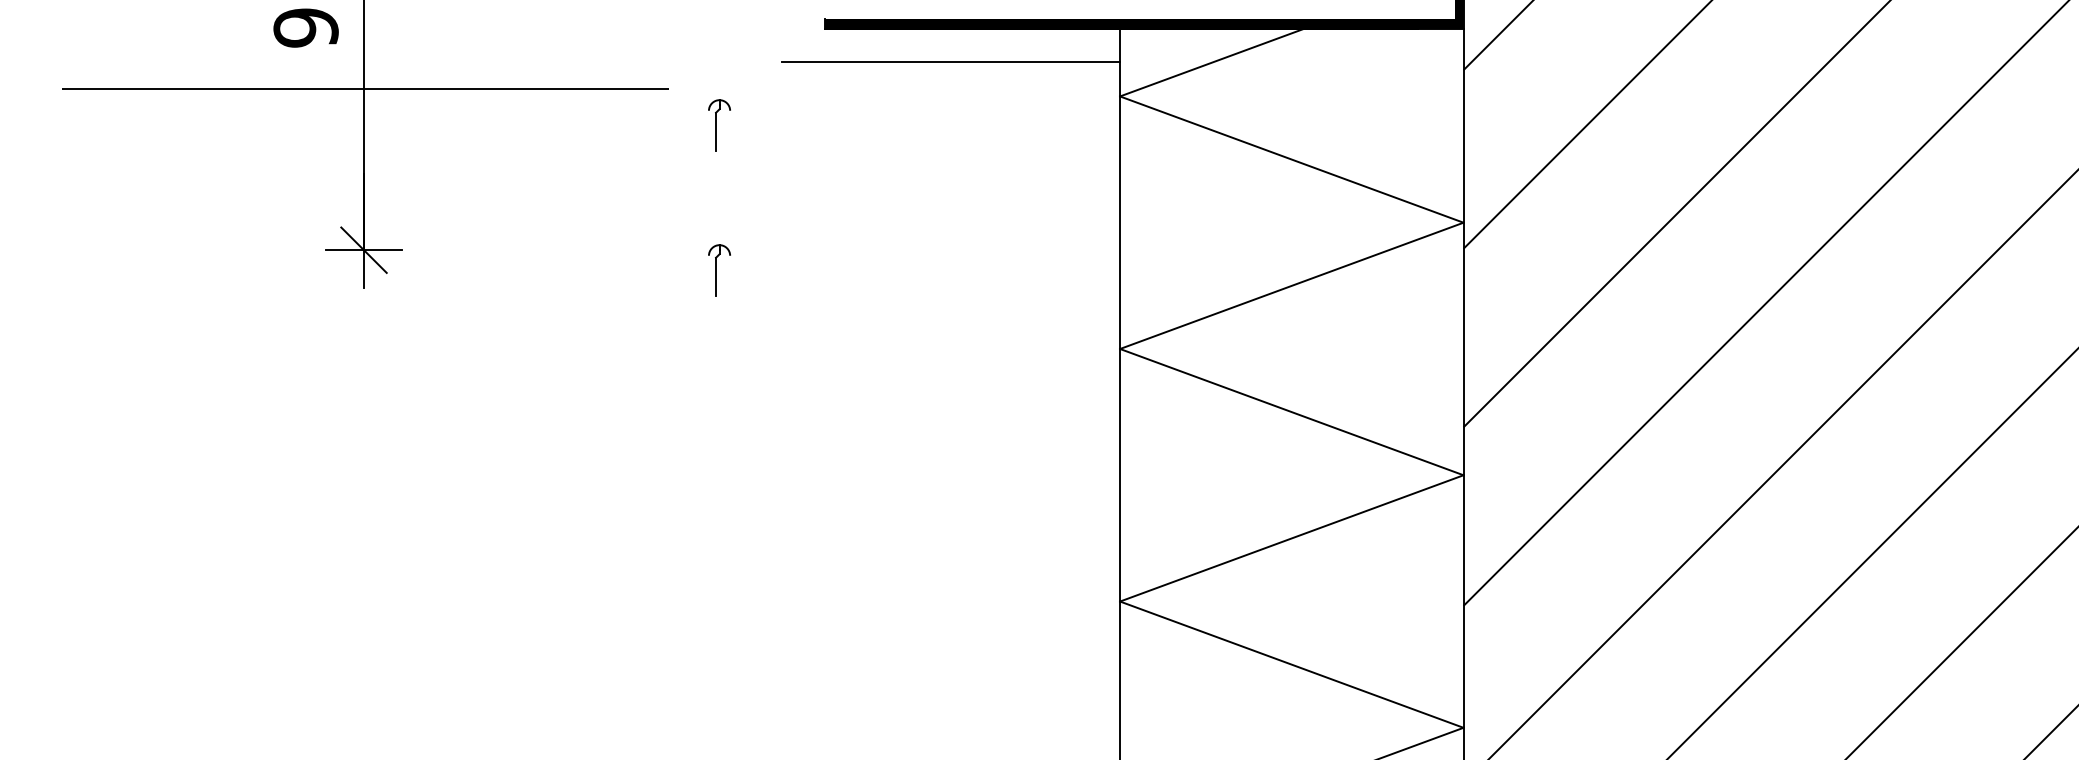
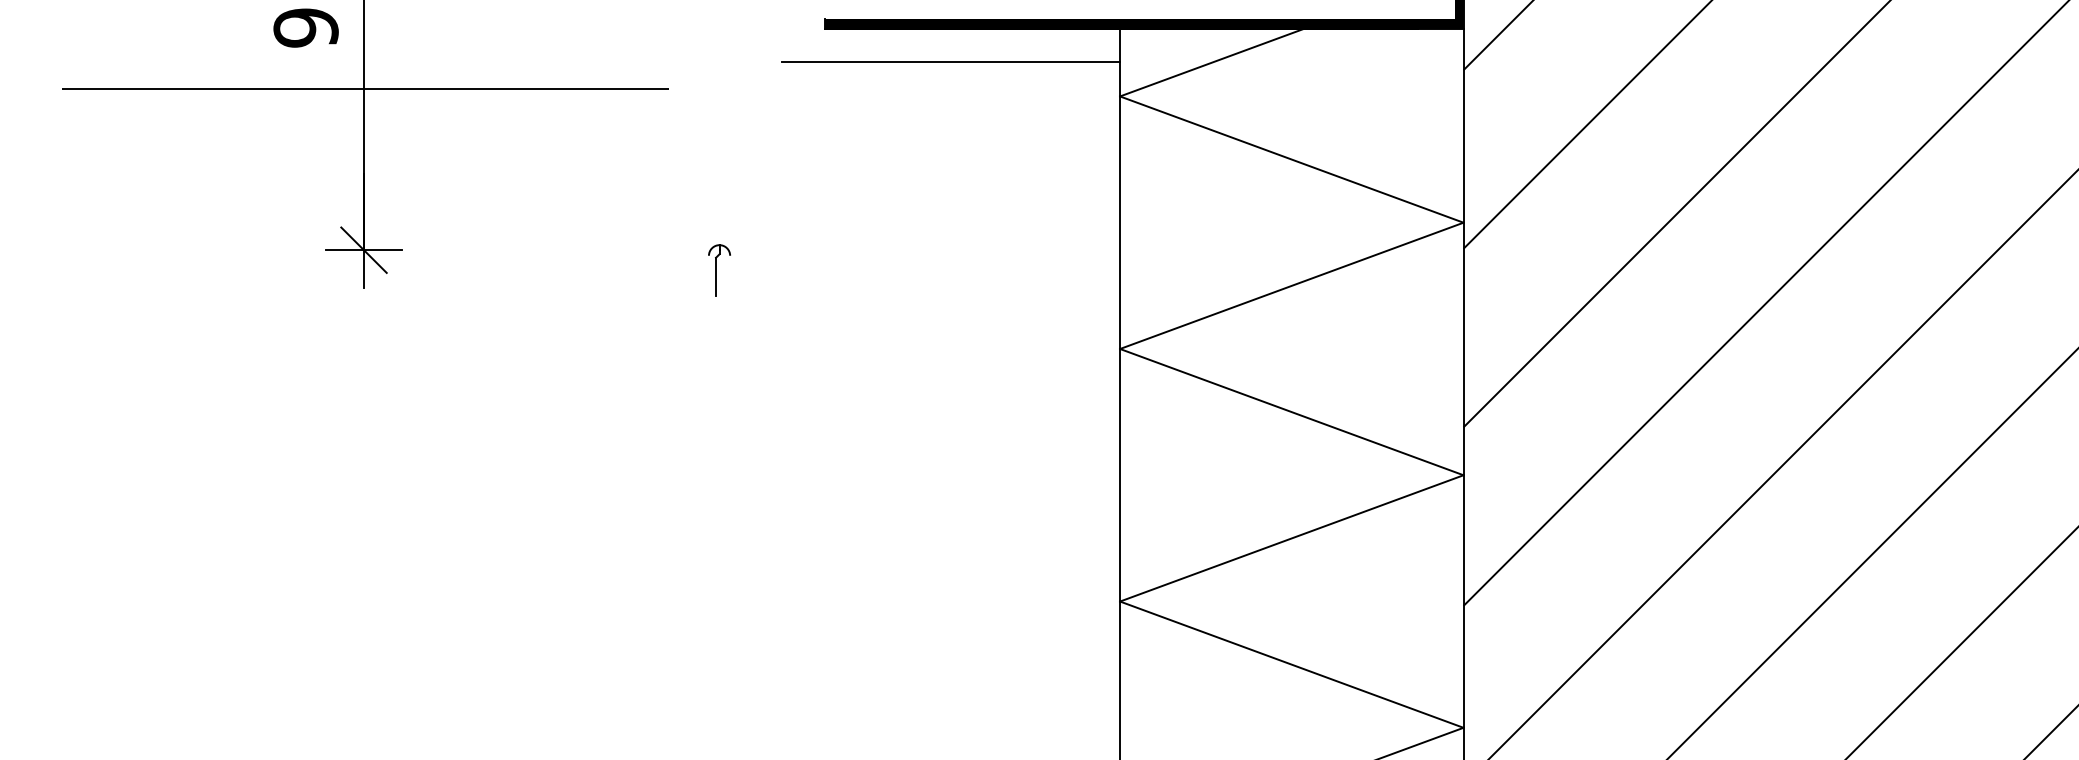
part at (719, 125): present -> none
